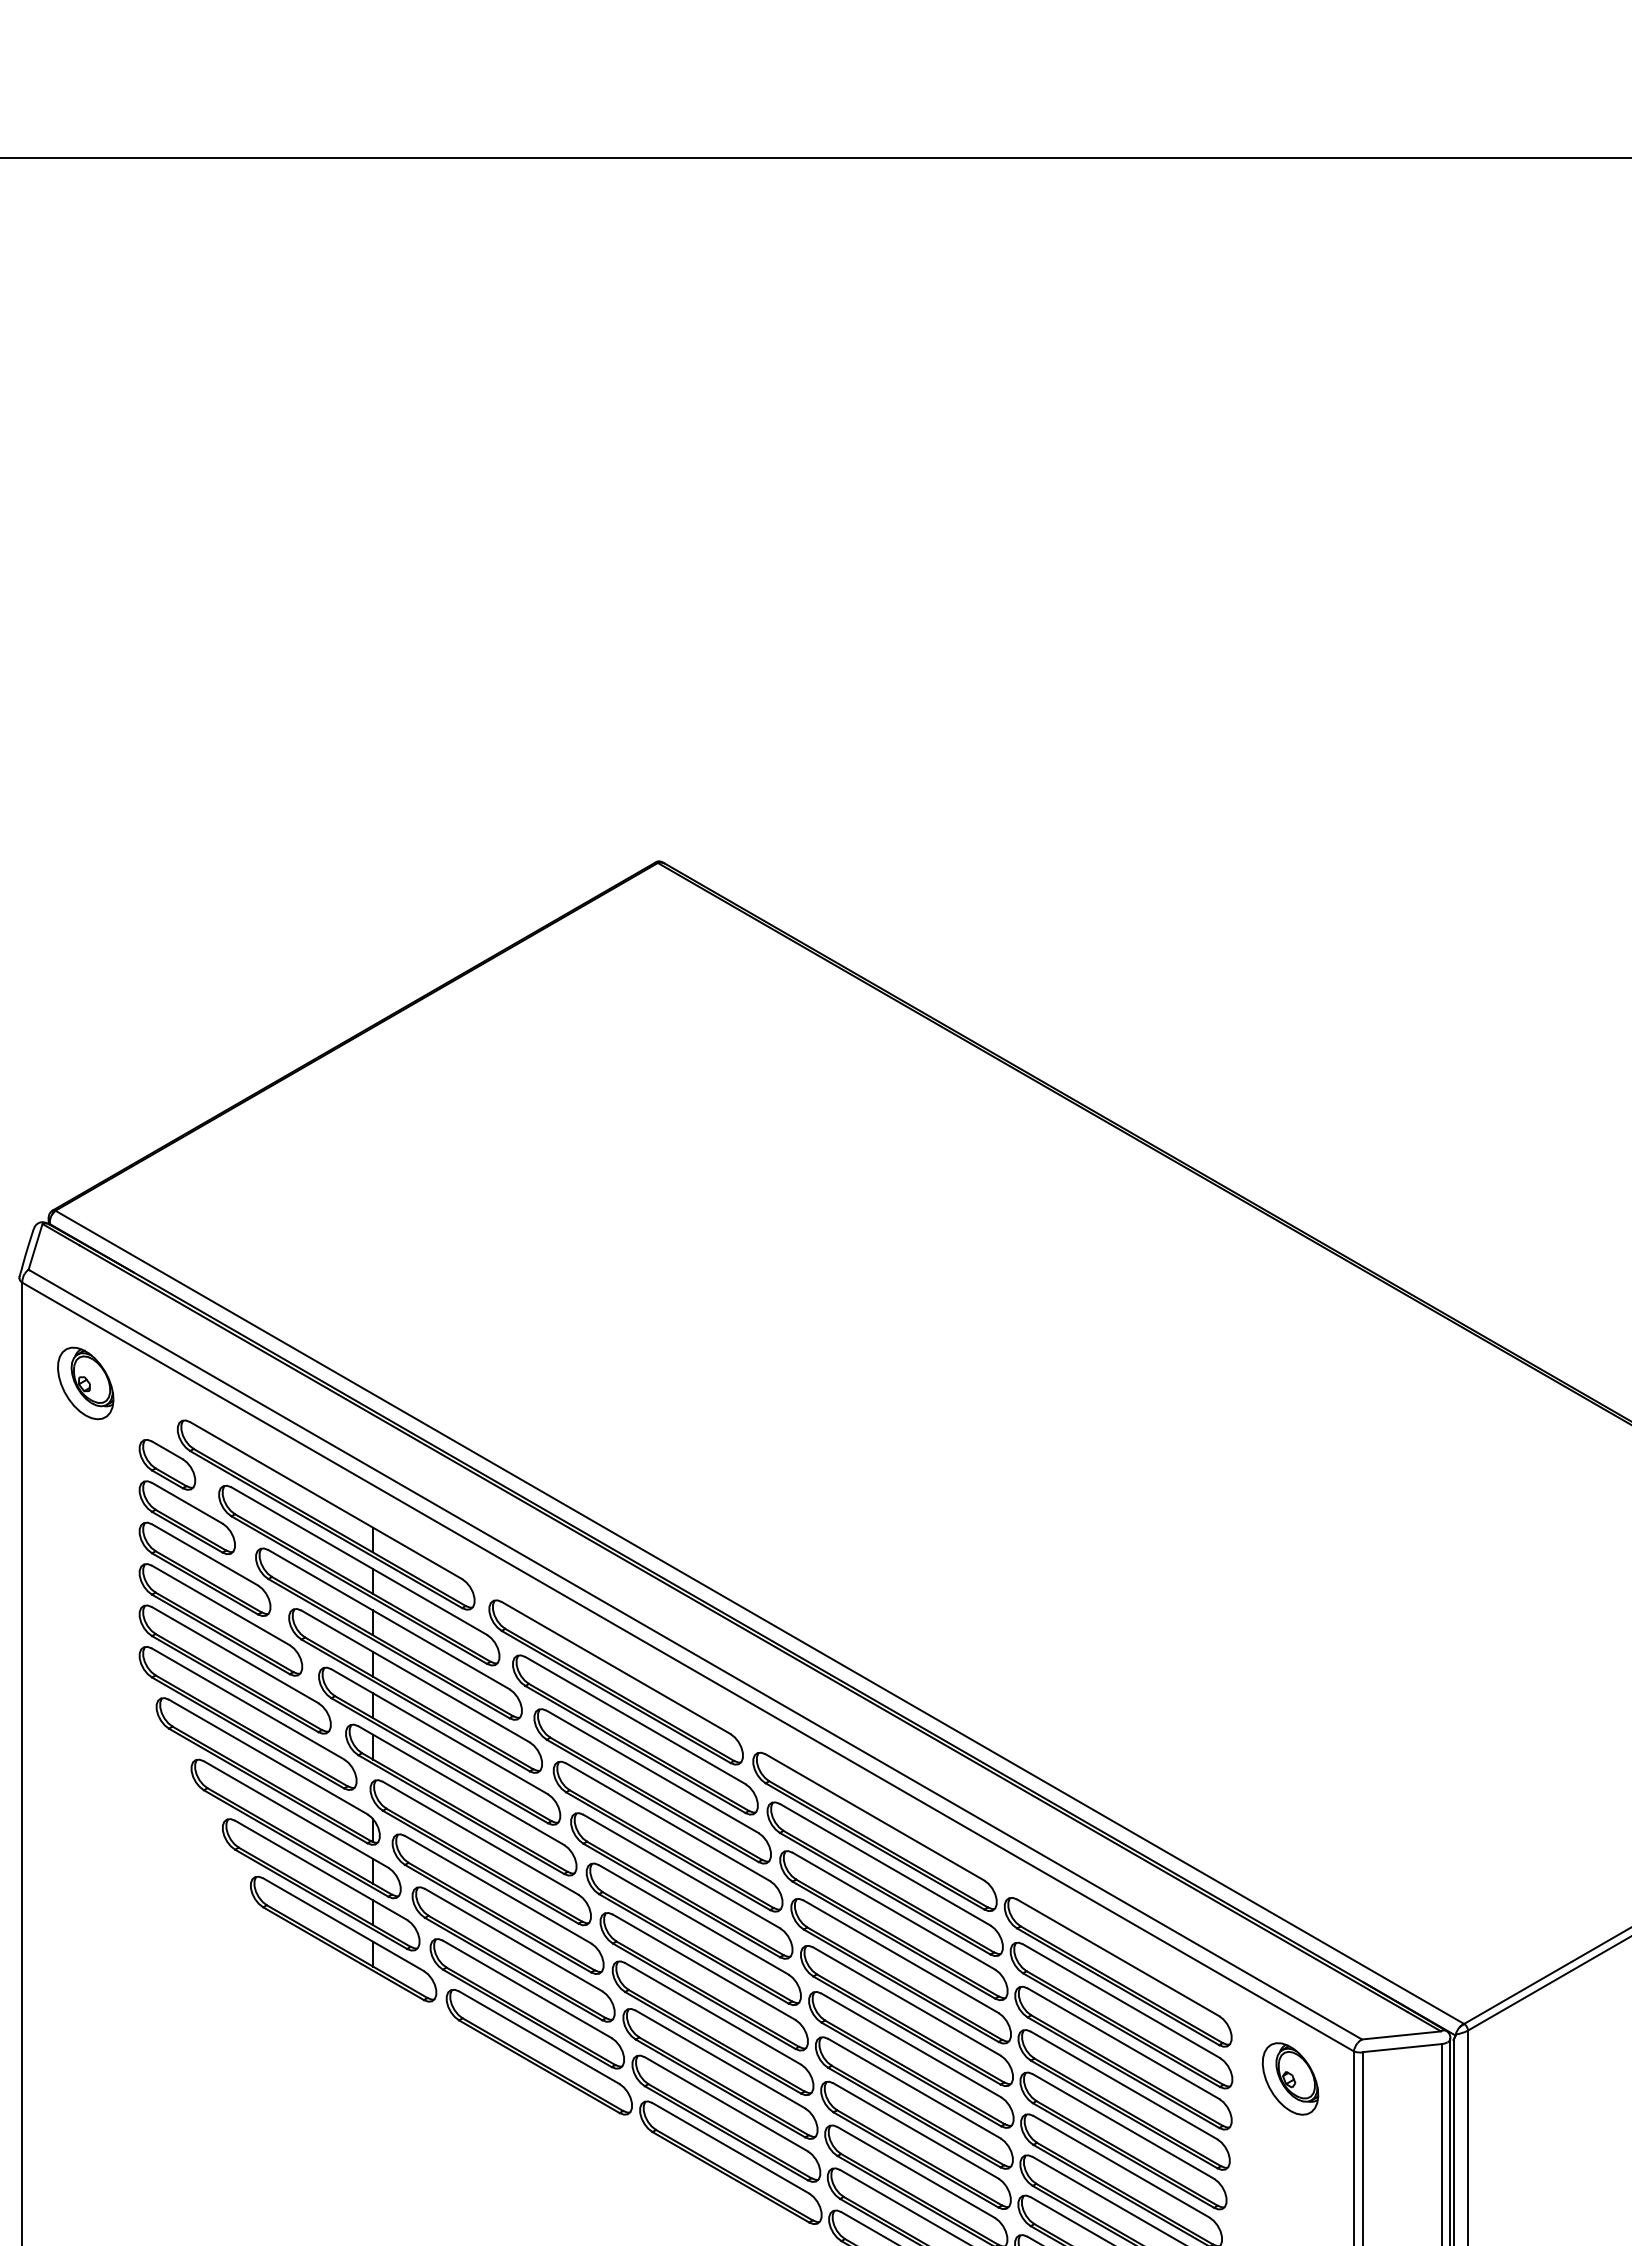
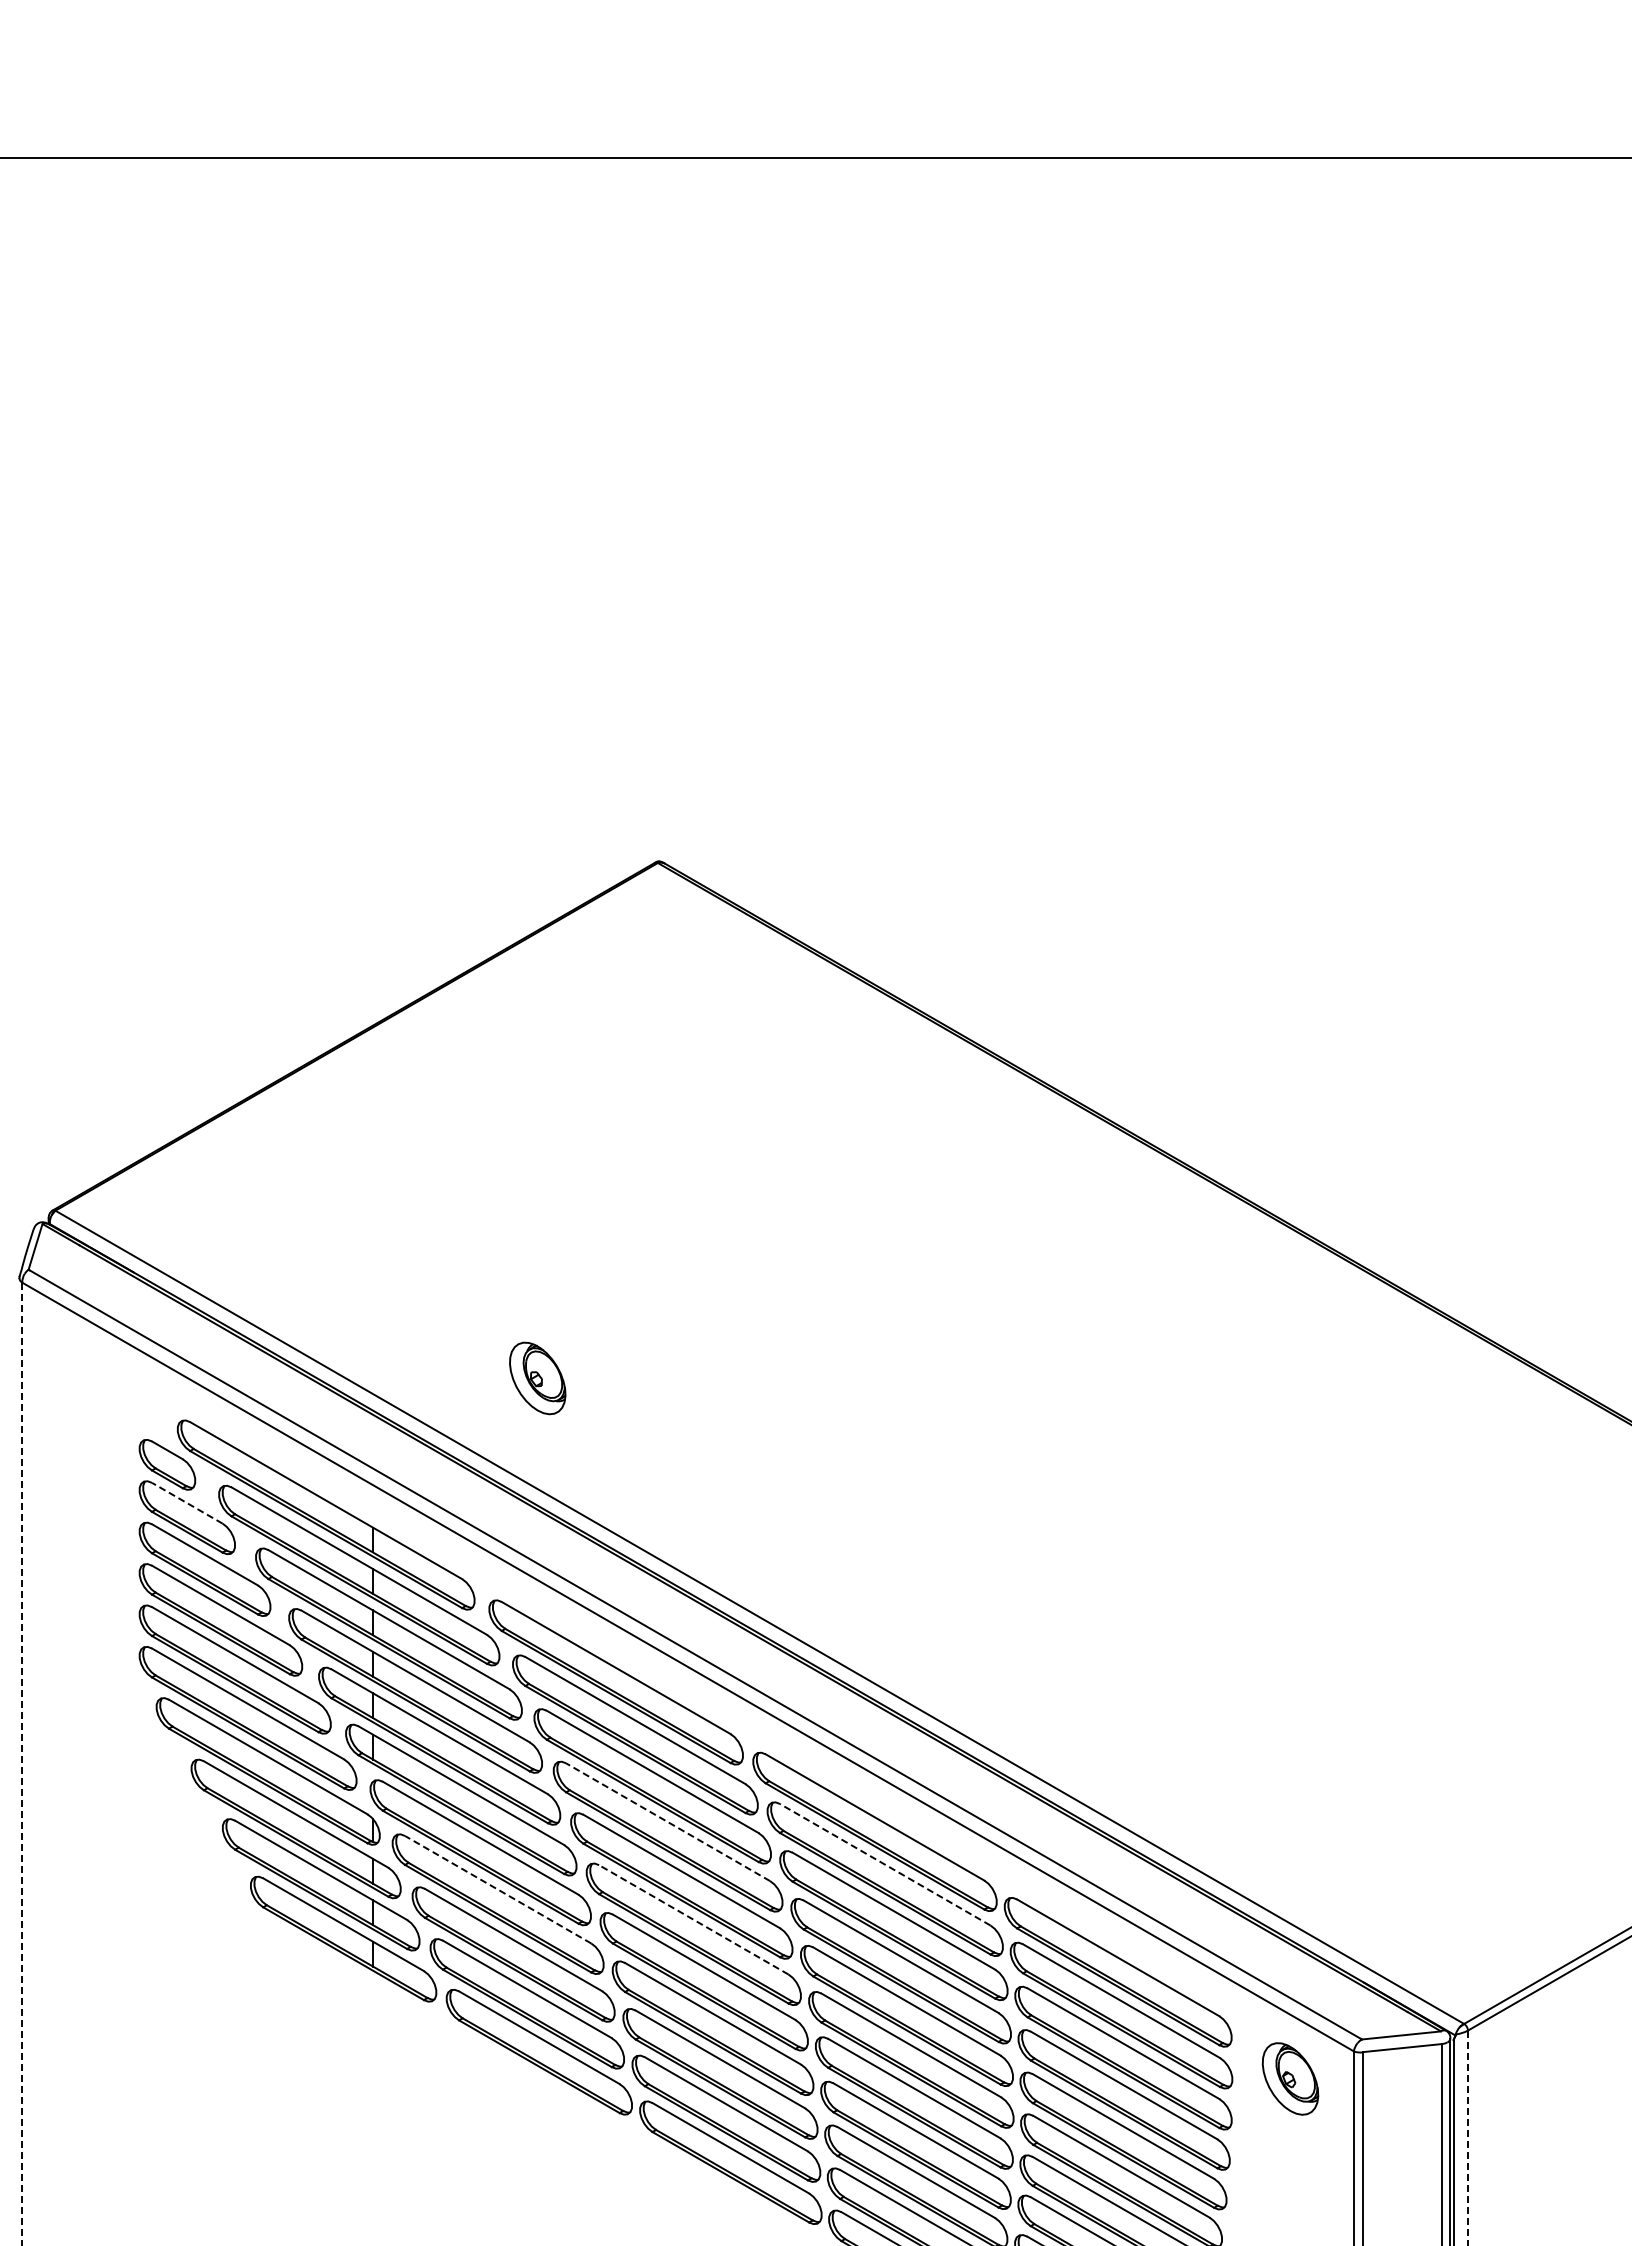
part at (85, 1383) position: (85, 1383) -> (537, 1378)
line at (187, 1503): solid -> dashed
line at (22, 1764): solid -> dashed
line at (668, 1822): solid -> dashed
line at (885, 1864): solid -> dashed
line at (497, 1889): solid -> dashed
line at (693, 1919): solid -> dashed
line at (1467, 2138): solid -> dashed
